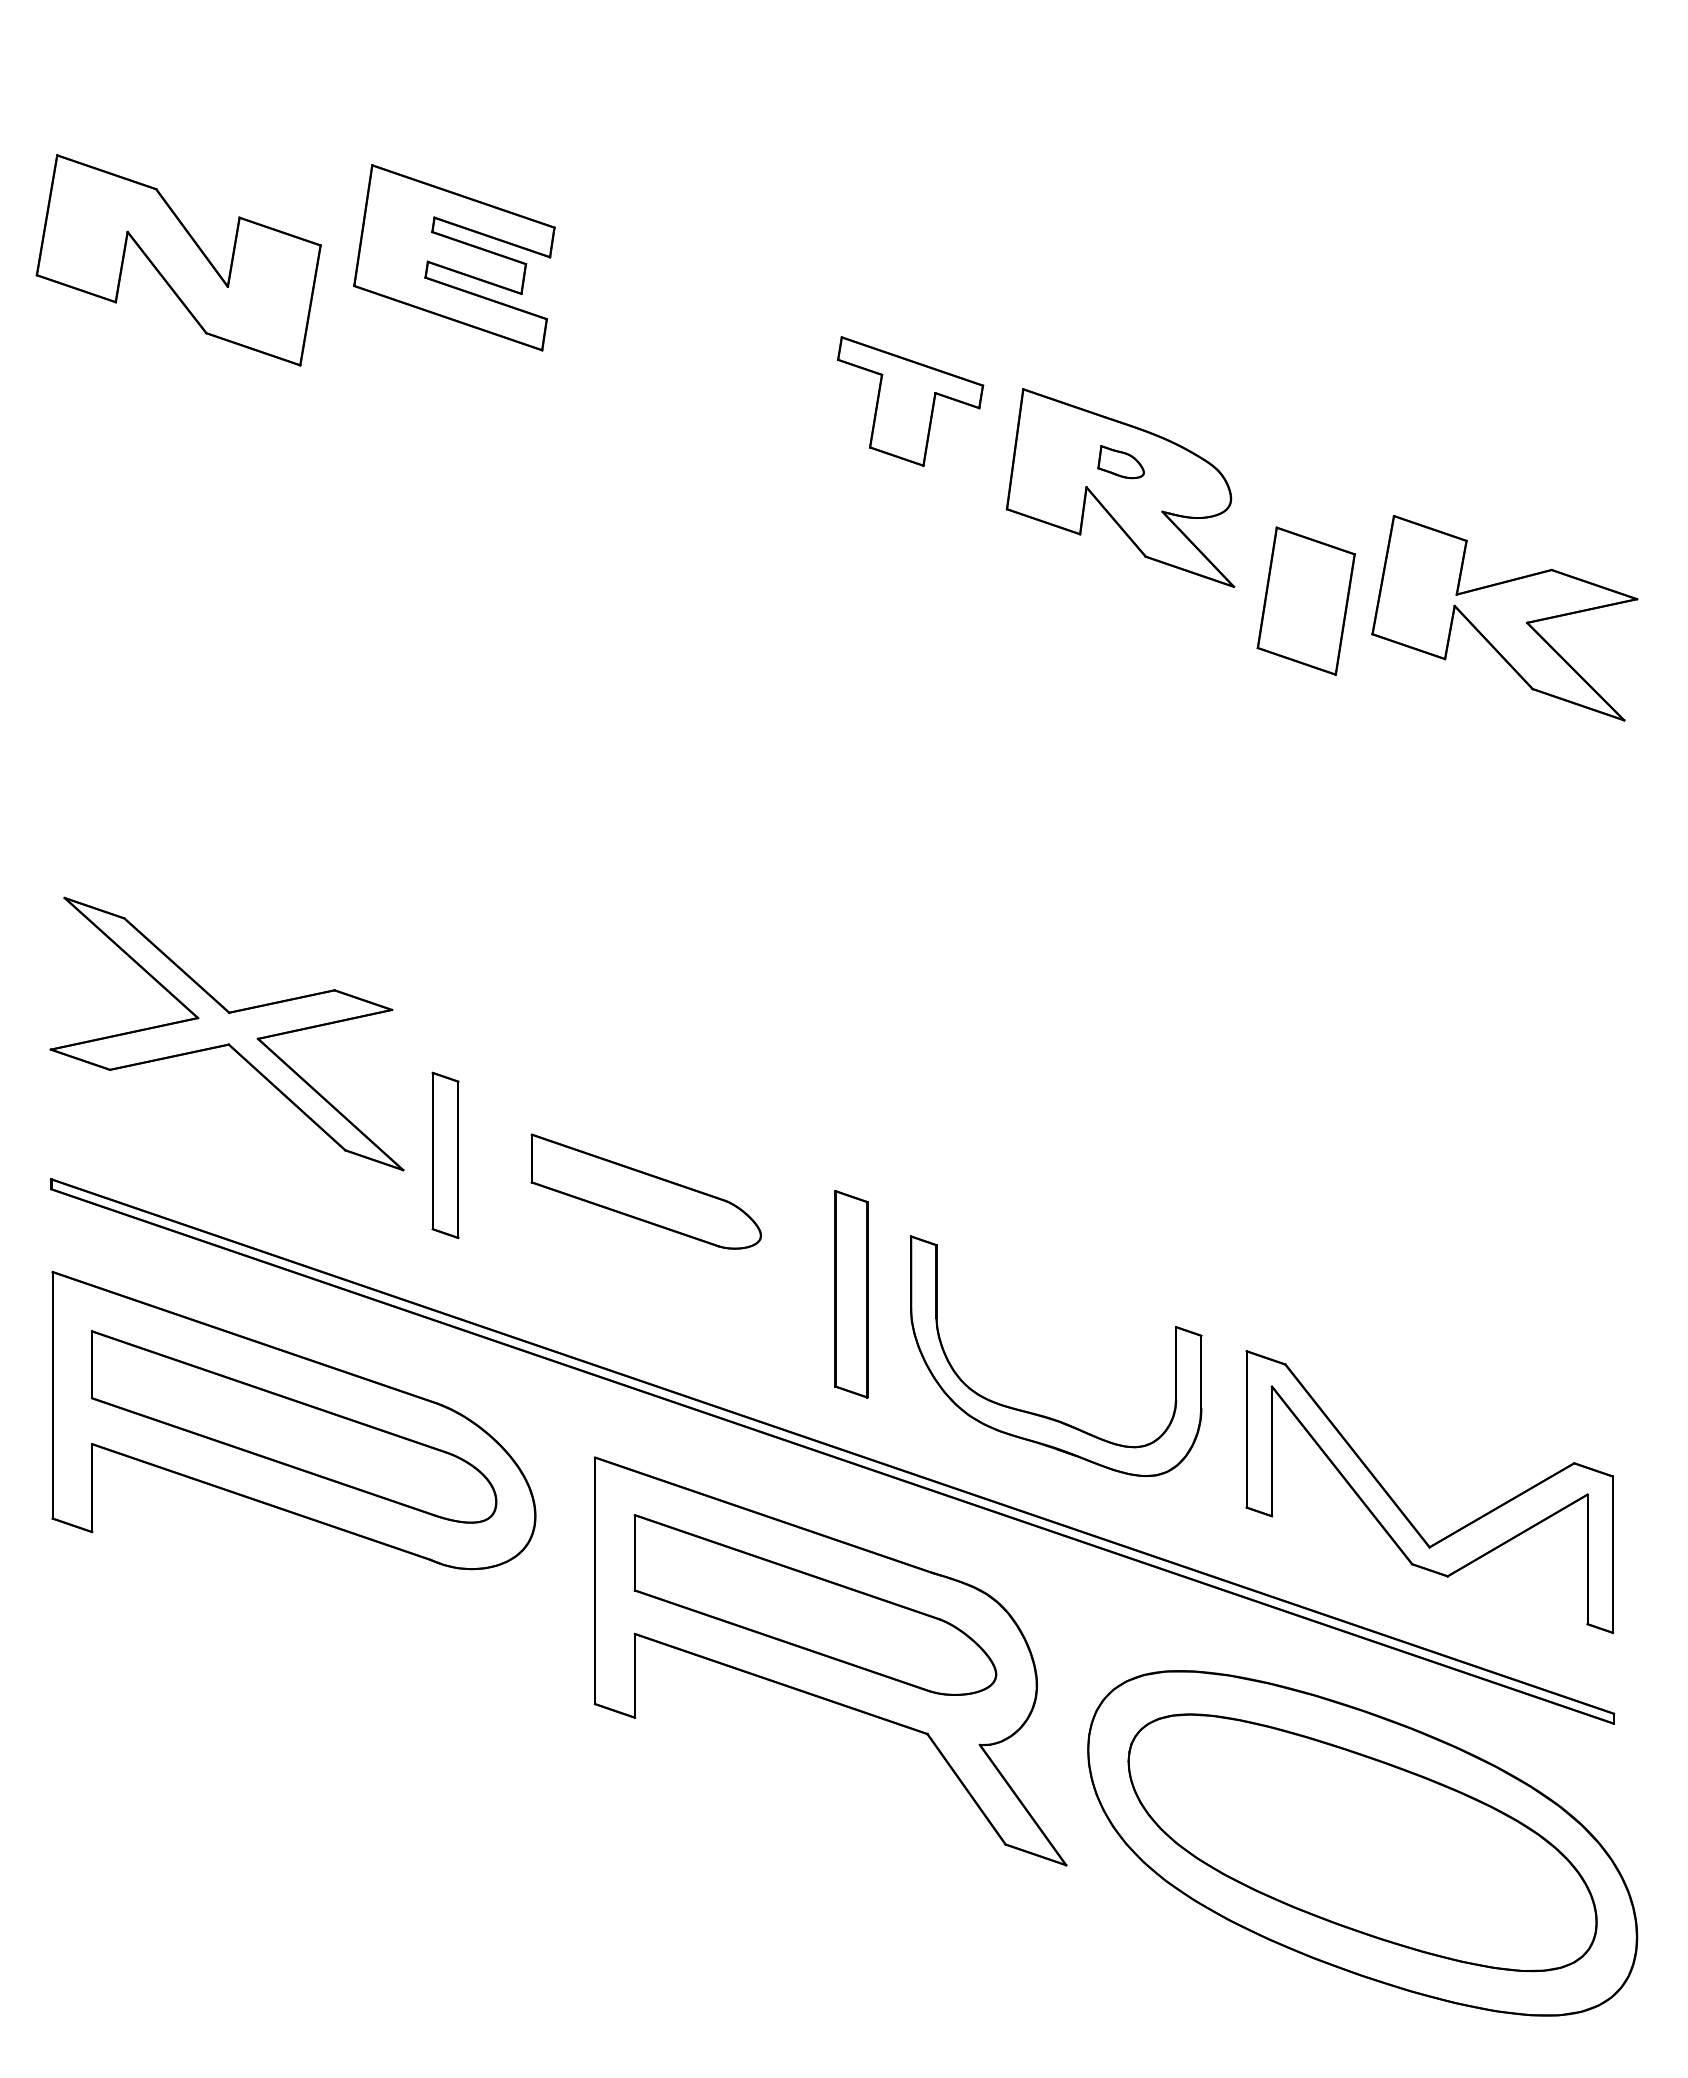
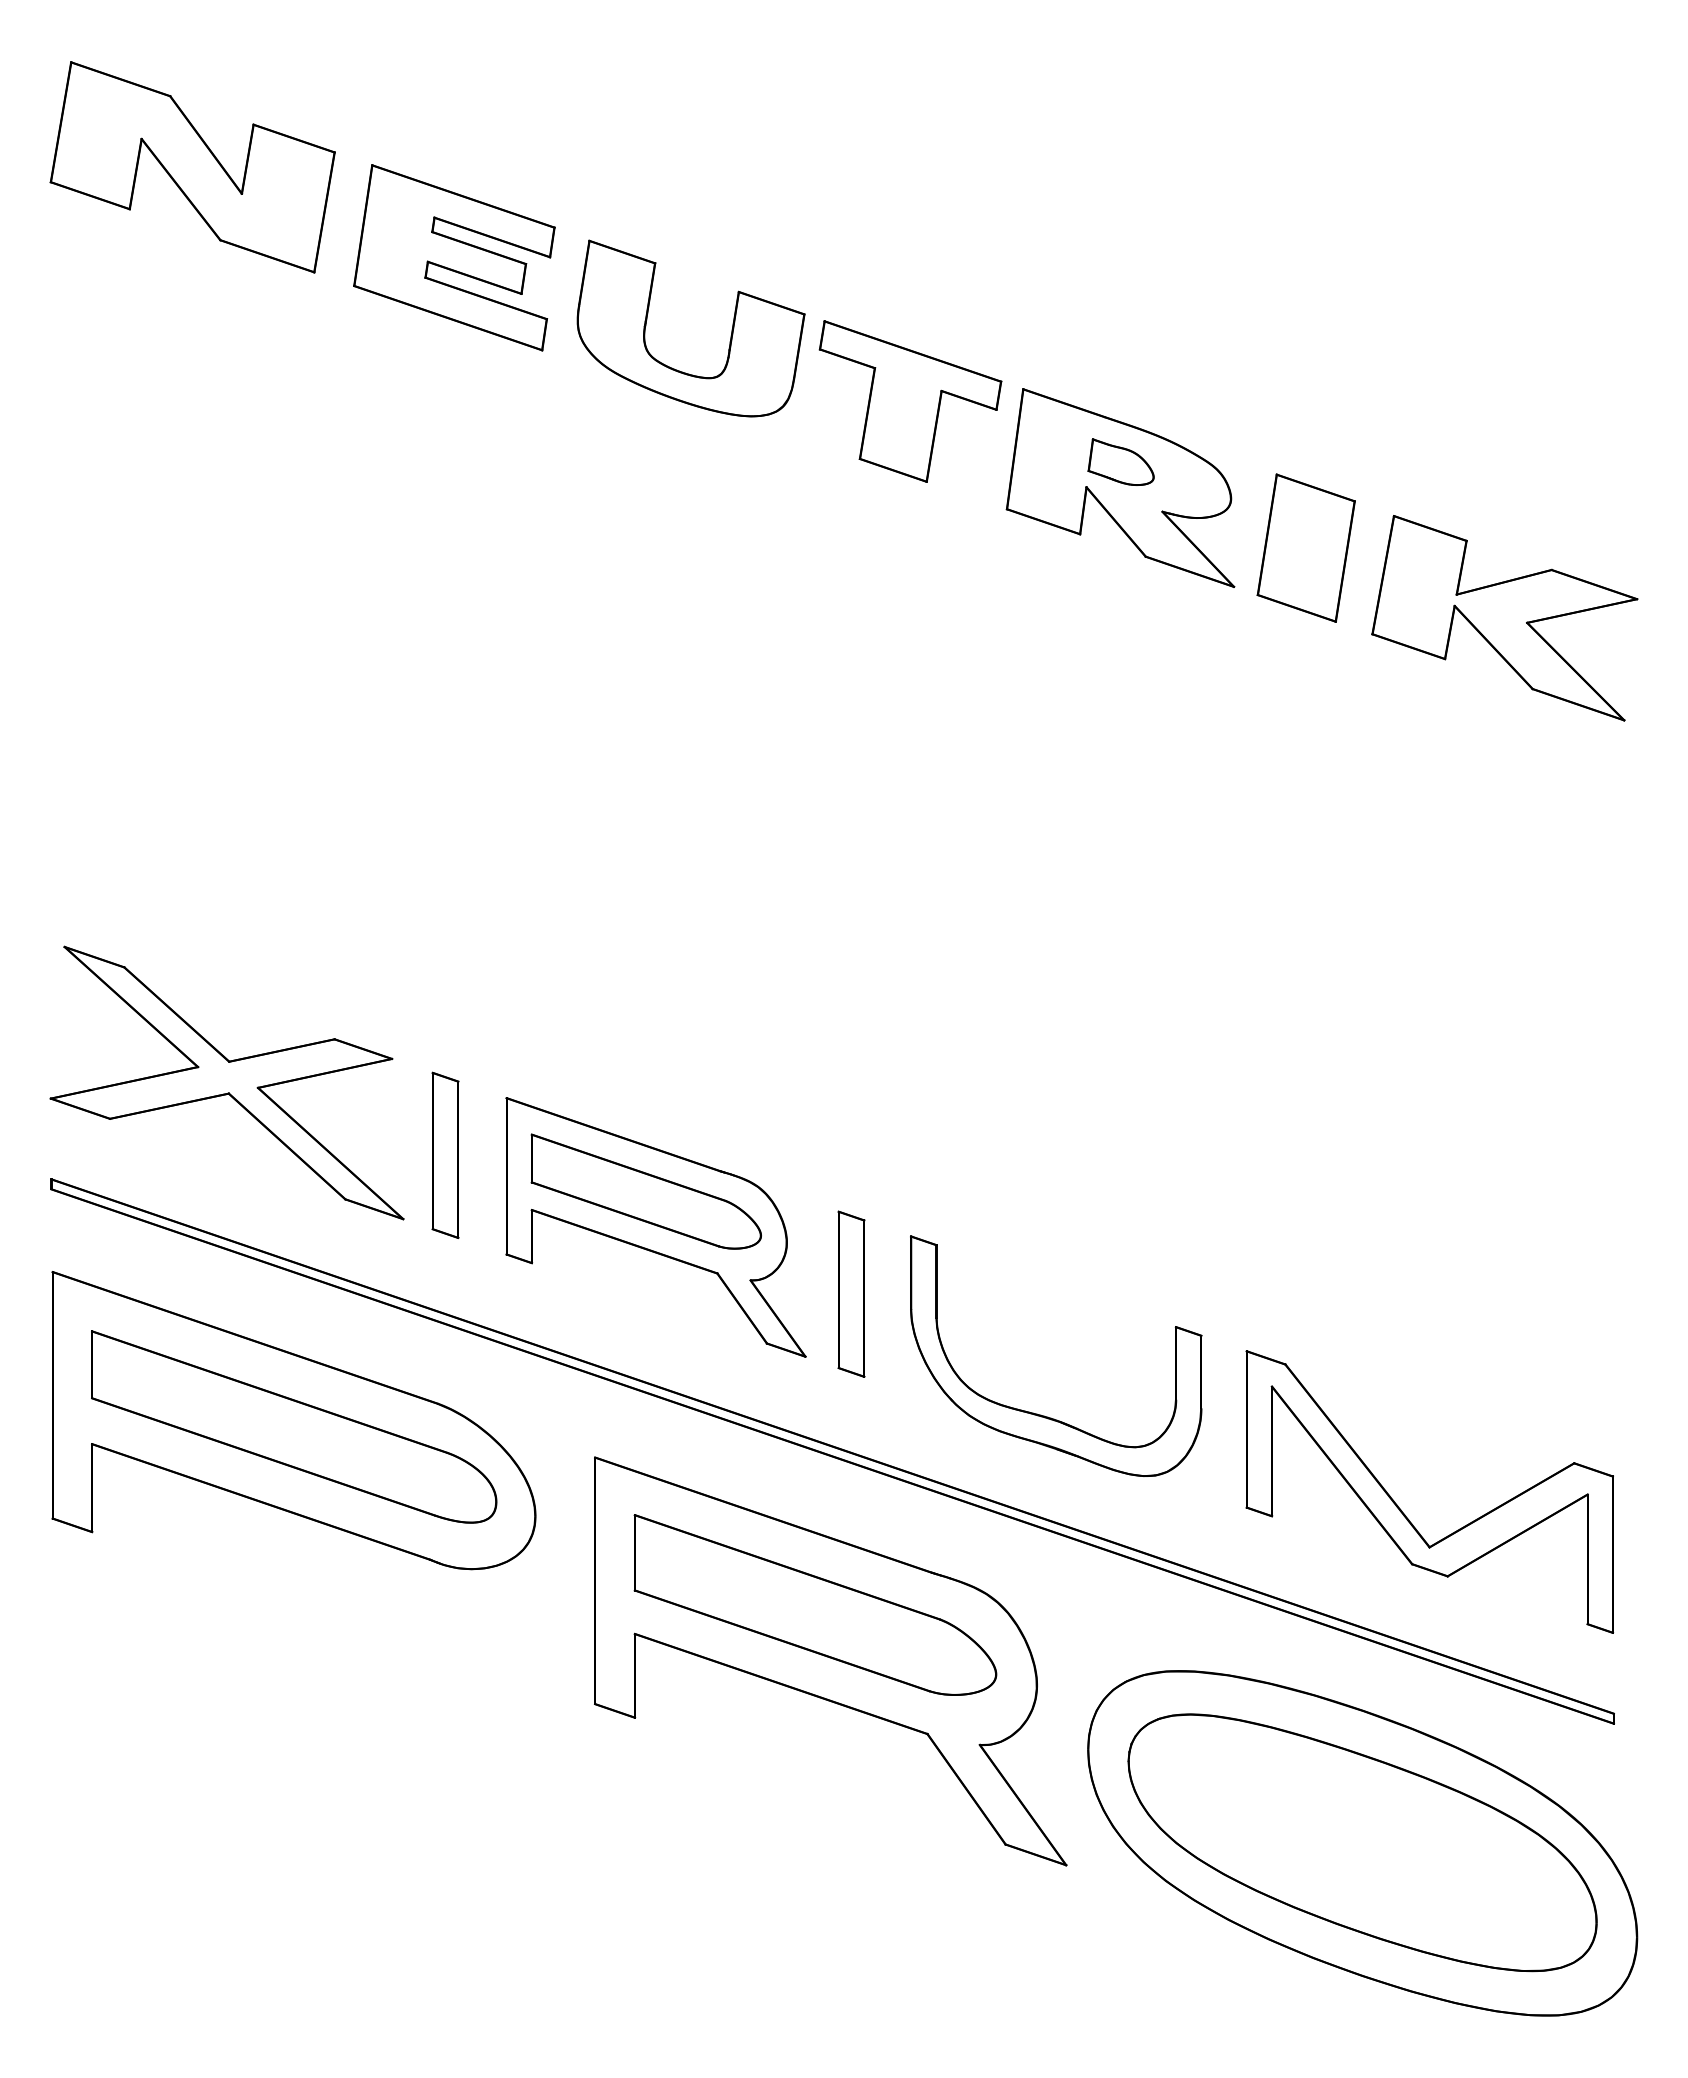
part at (178, 260) position: (178, 260) -> (192, 167)
part at (730, 335): none -> present
part at (910, 401) size: 148x131 px -> 185x163 px
part at (1120, 462) size: 48x35 px -> 68x48 px
part at (1305, 600) position: (1305, 600) -> (1305, 547)
part at (226, 1033) position: (226, 1033) -> (226, 1082)
part at (655, 1227): none -> present
part at (851, 1294) size: 35x209 px -> 29x168 px
